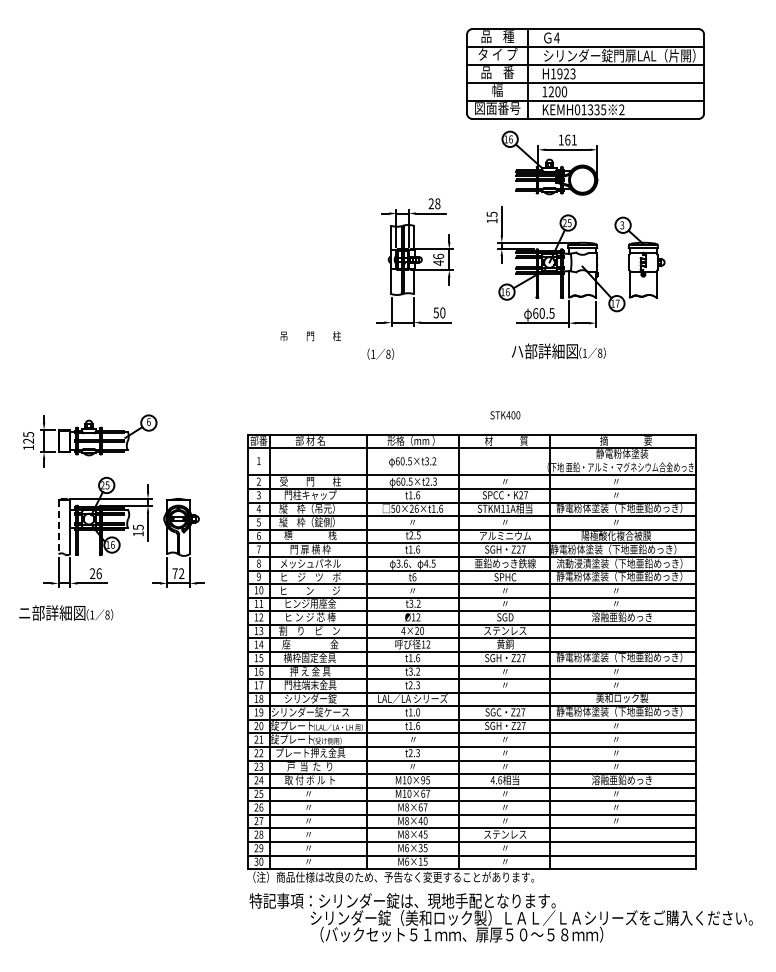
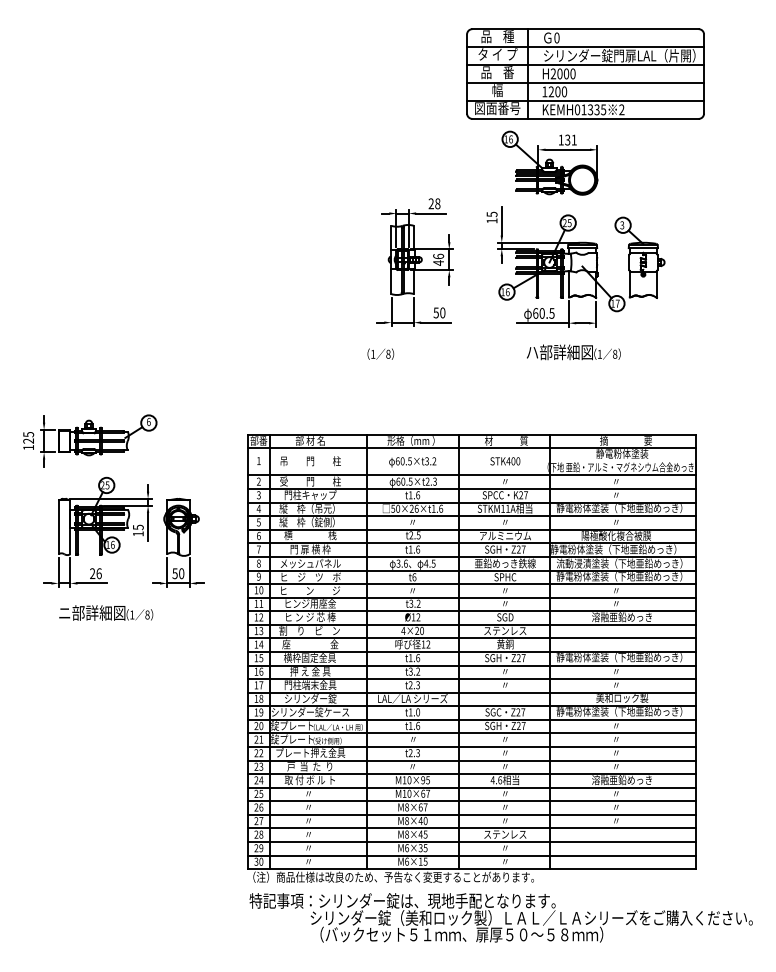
text at (556, 37): 4 -> 0
text at (562, 73): H1923 -> H2000
text at (567, 139): 161 -> 131
text at (310, 336) position: (310, 336) -> (310, 461)
text at (558, 351) position: (558, 351) -> (573, 352)
text at (505, 415) position: (505, 415) -> (505, 461)
line at (58, 527): dashed -> solid
text at (178, 573): 72 -> 50
text at (66, 612) position: (66, 612) -> (106, 612)
